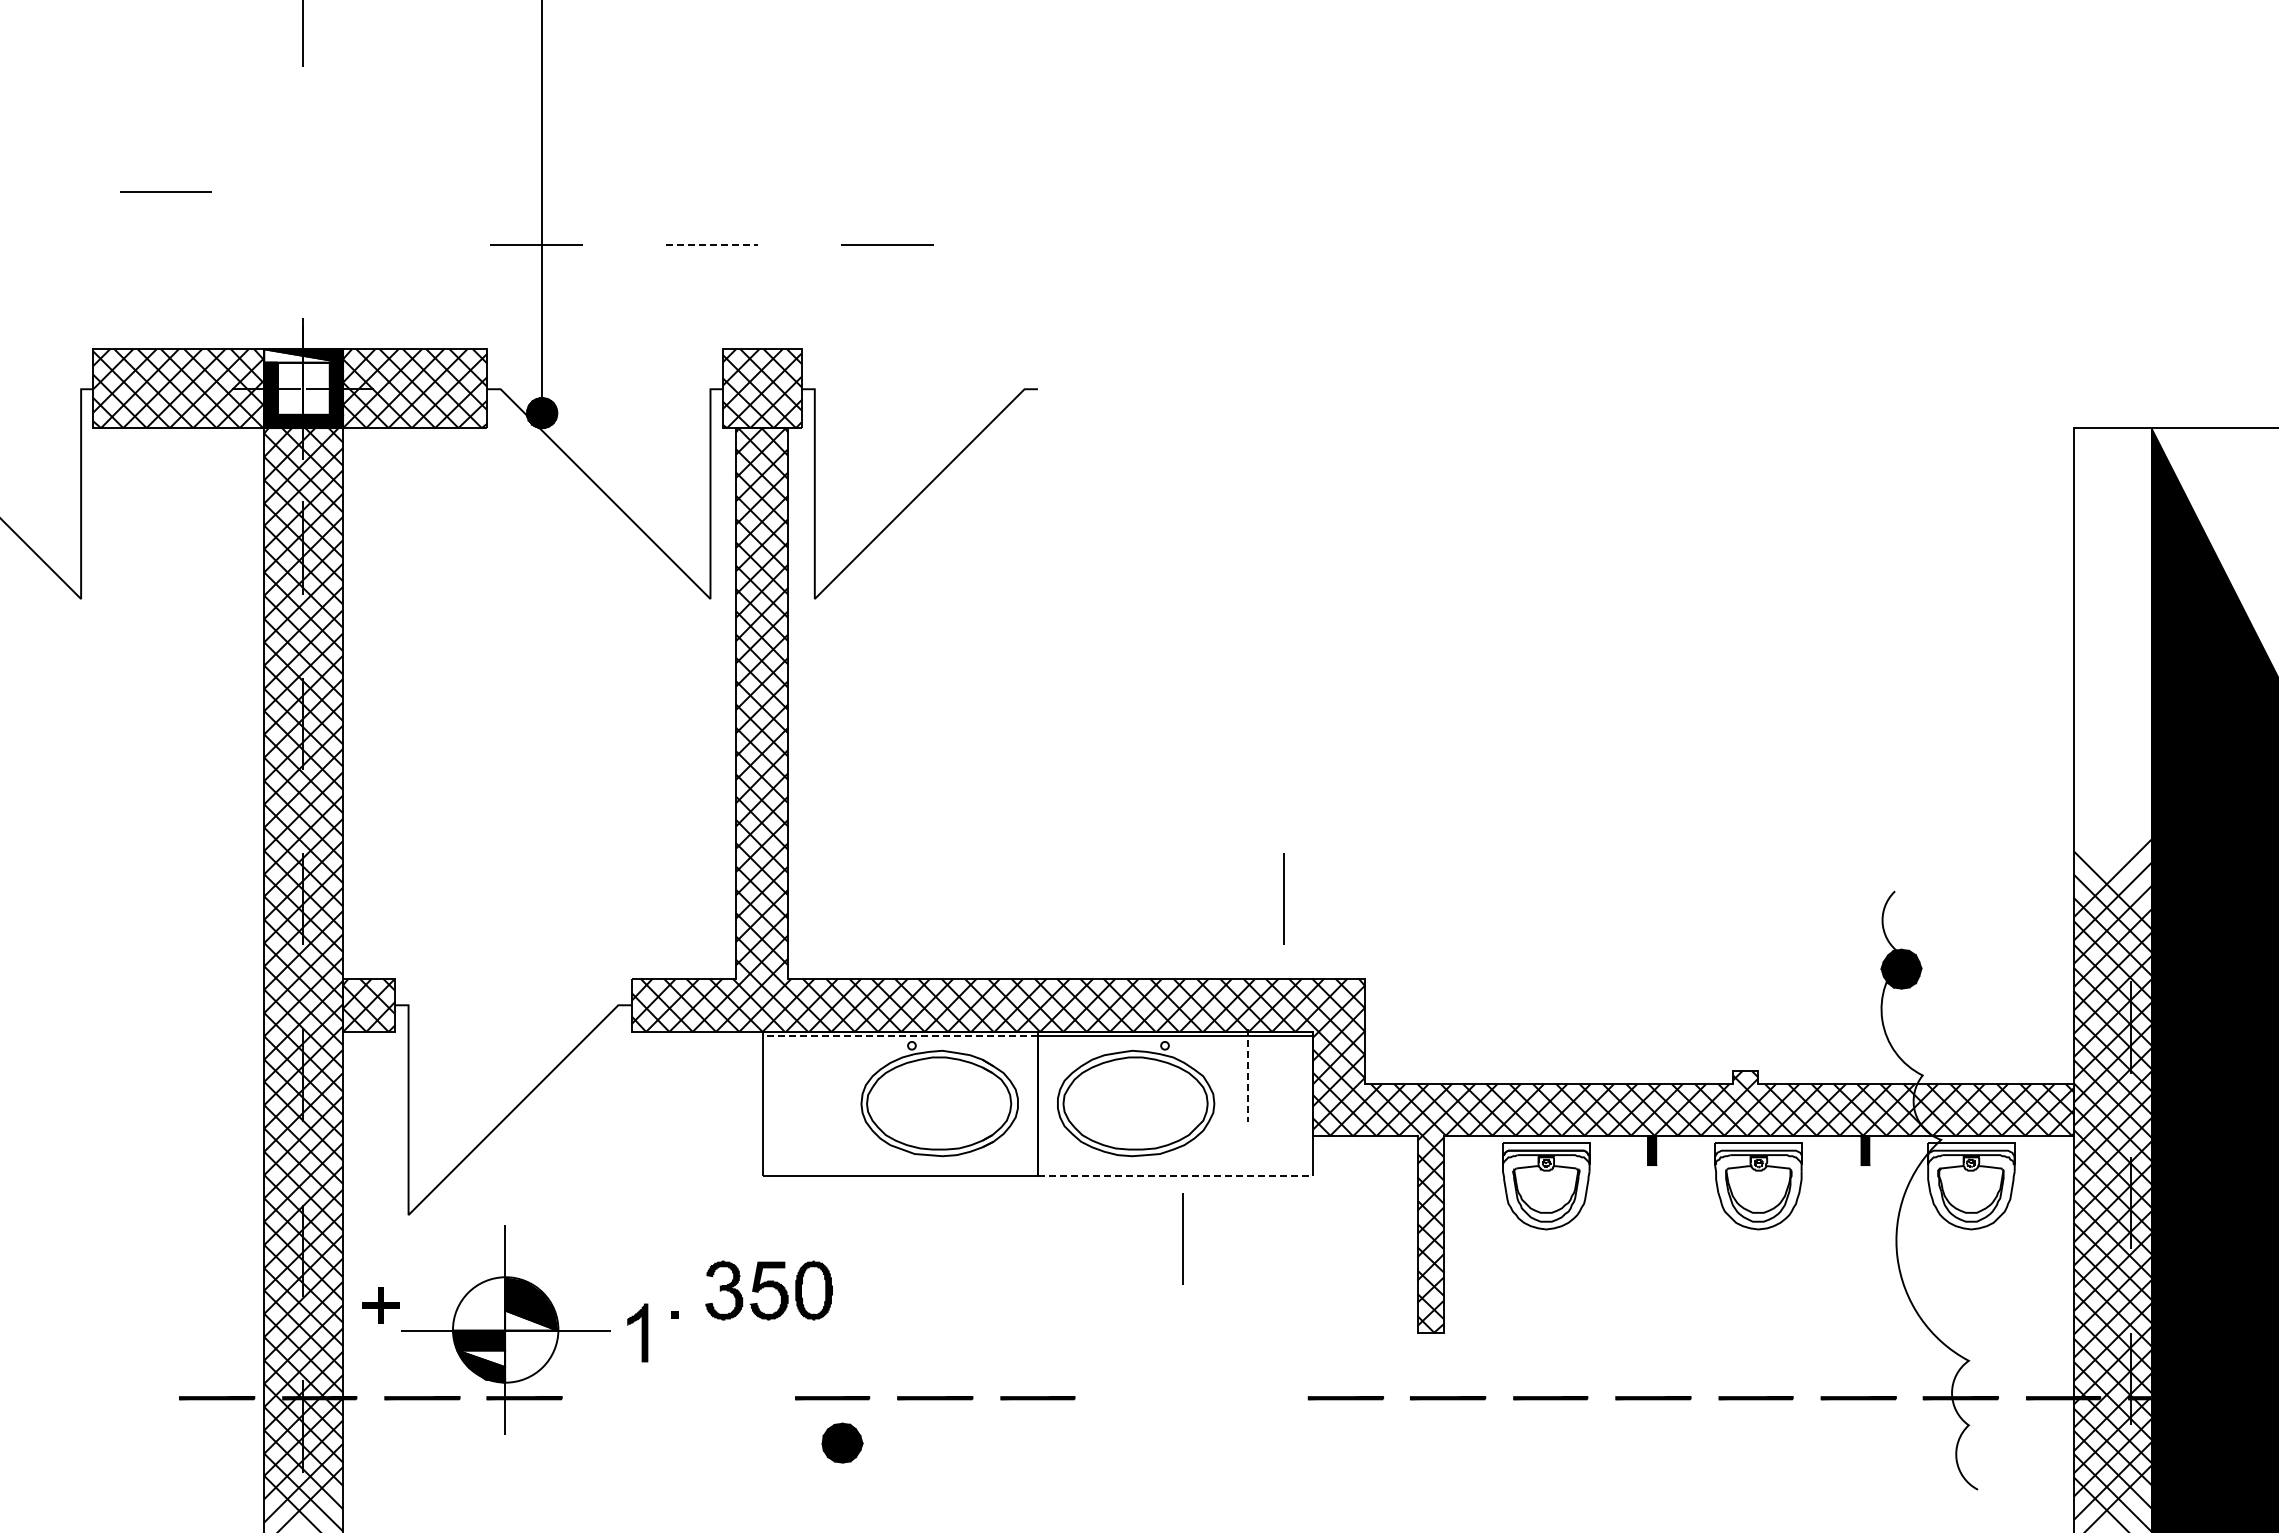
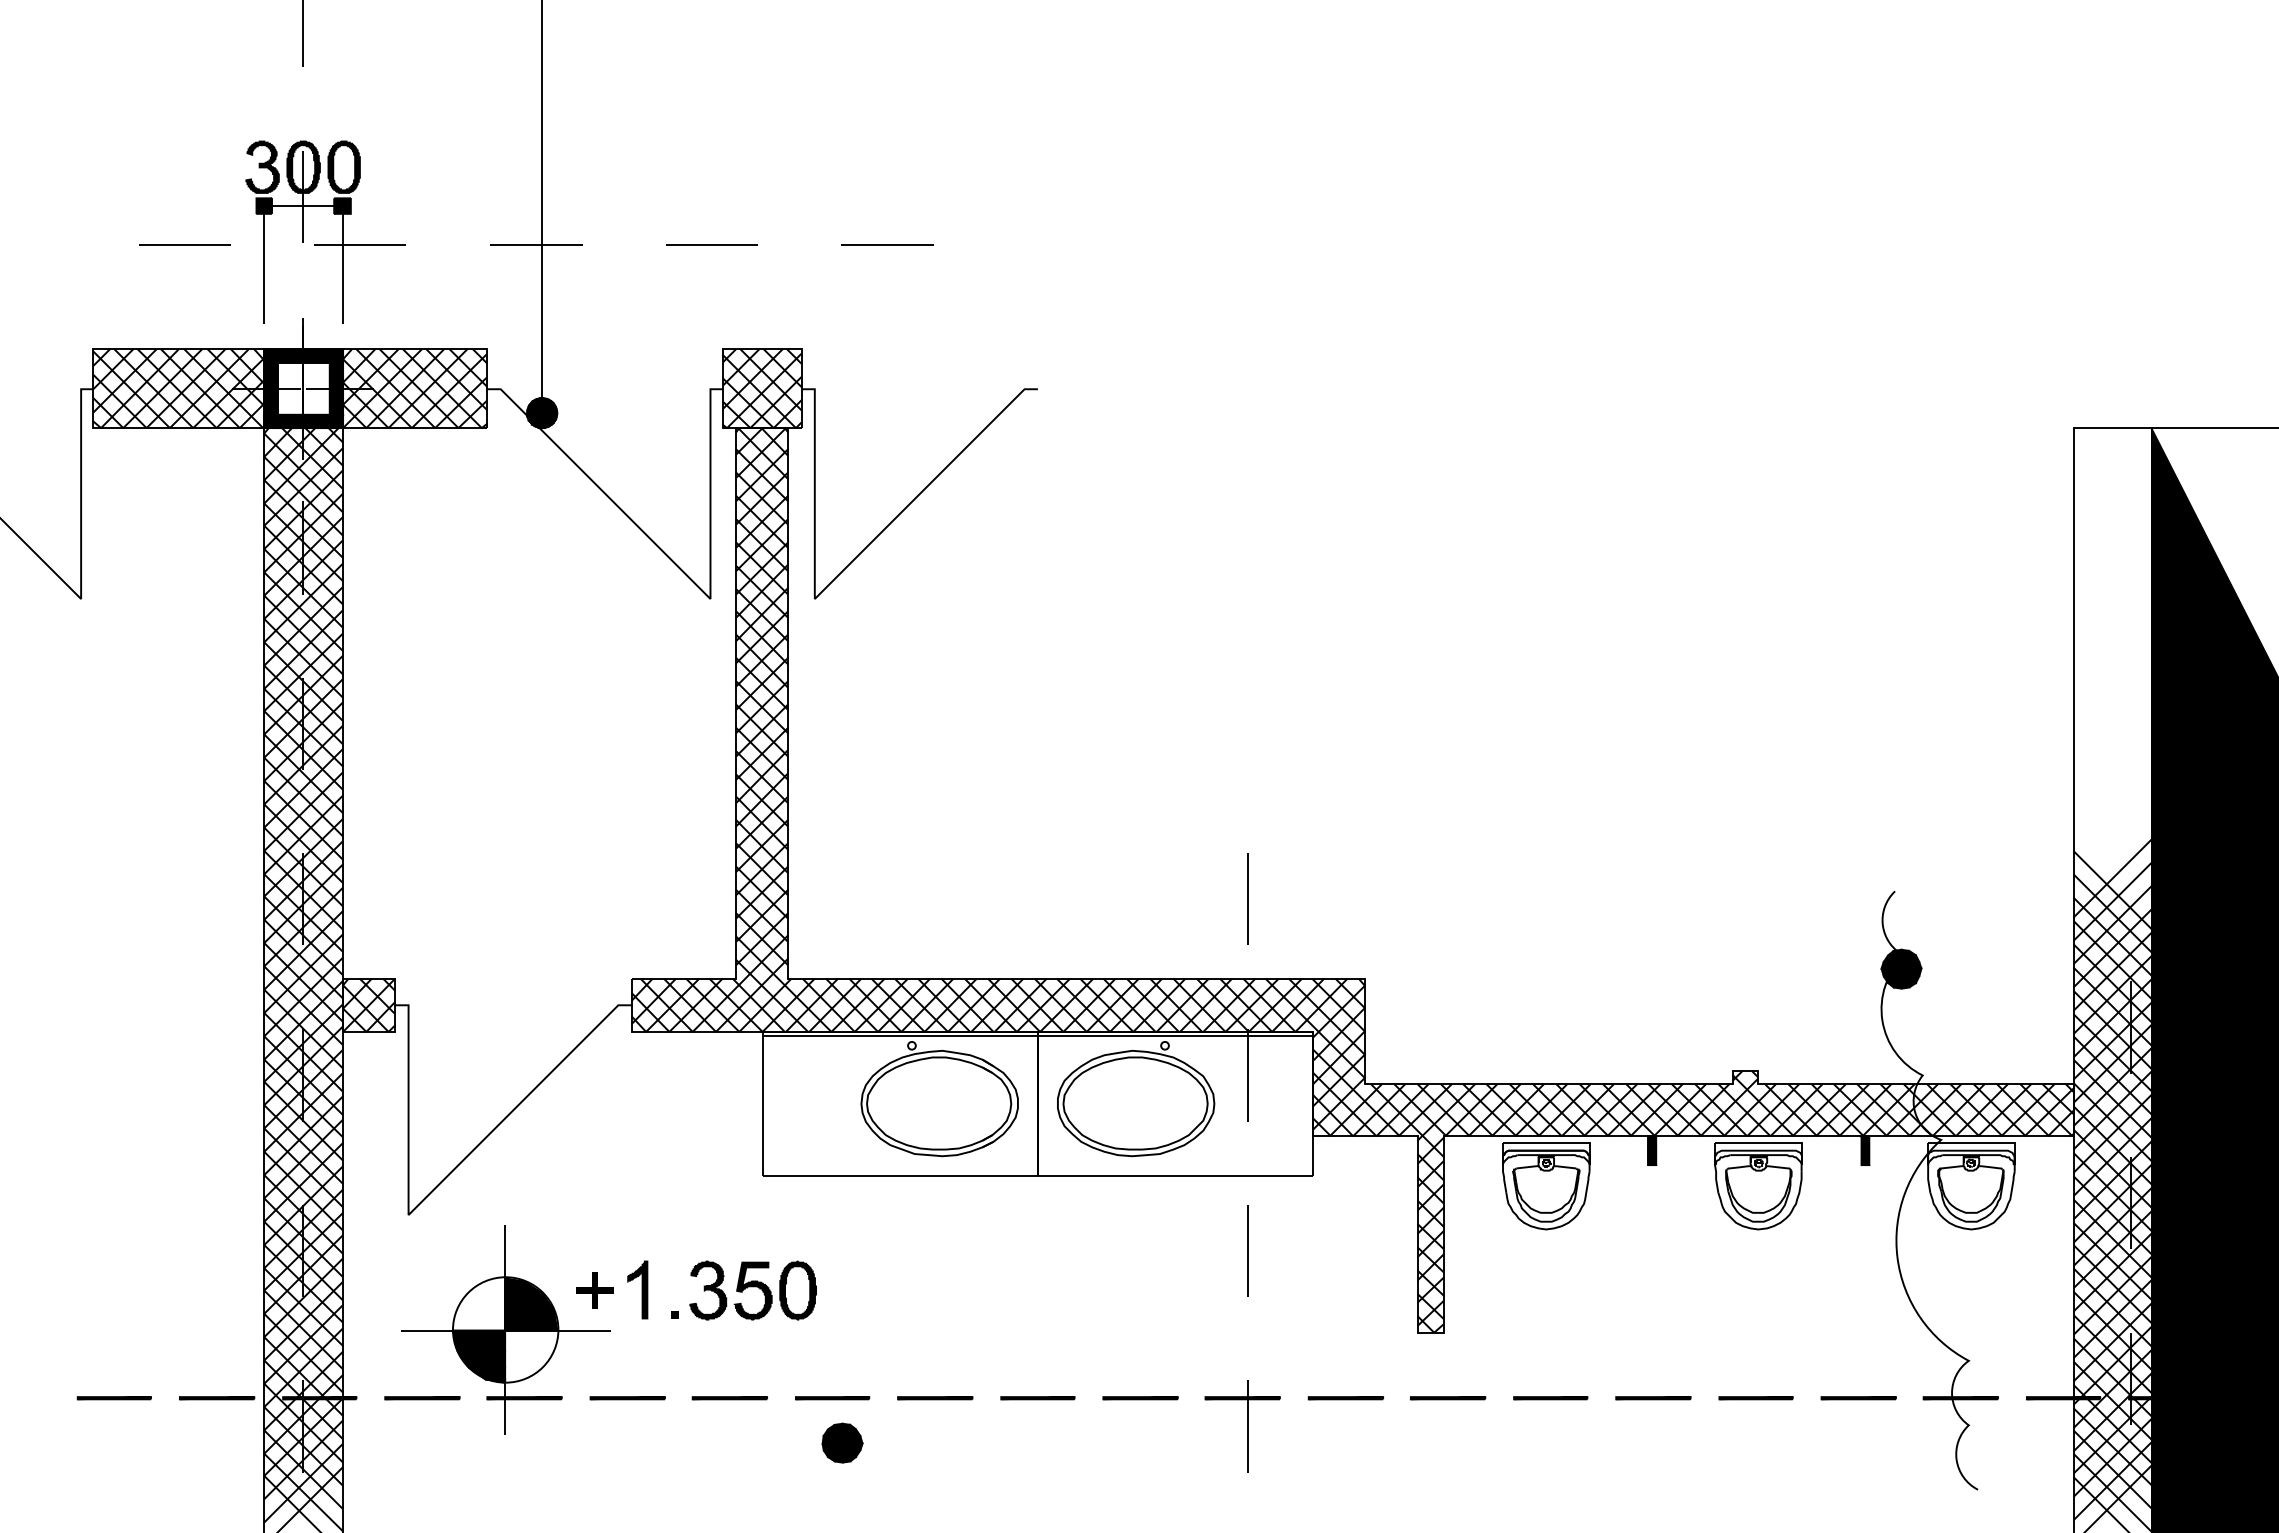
line at (165, 191) position: (165, 191) -> (184, 244)
part at (325, 244): none -> present
line at (712, 244): dashed -> solid
fill at (303, 355): none -> present
line at (1283, 898) position: (1283, 898) -> (1247, 898)
line at (900, 1036): dashed -> solid
line at (1247, 1075): dashed -> solid
line at (1175, 1176): dashed -> solid
line at (1182, 1238) position: (1182, 1238) -> (1247, 1250)
part at (768, 1290) position: (768, 1290) -> (752, 1290)
part at (380, 1305) position: (380, 1305) -> (594, 1290)
fill at (531, 1320): none -> present
part at (637, 1332) position: (637, 1332) -> (637, 1289)
fill at (481, 1358): none -> present
line at (113, 1398): none -> present
line at (627, 1398): none -> present
line at (729, 1398): none -> present
line at (1140, 1398): none -> present
part at (1242, 1426): none -> present
